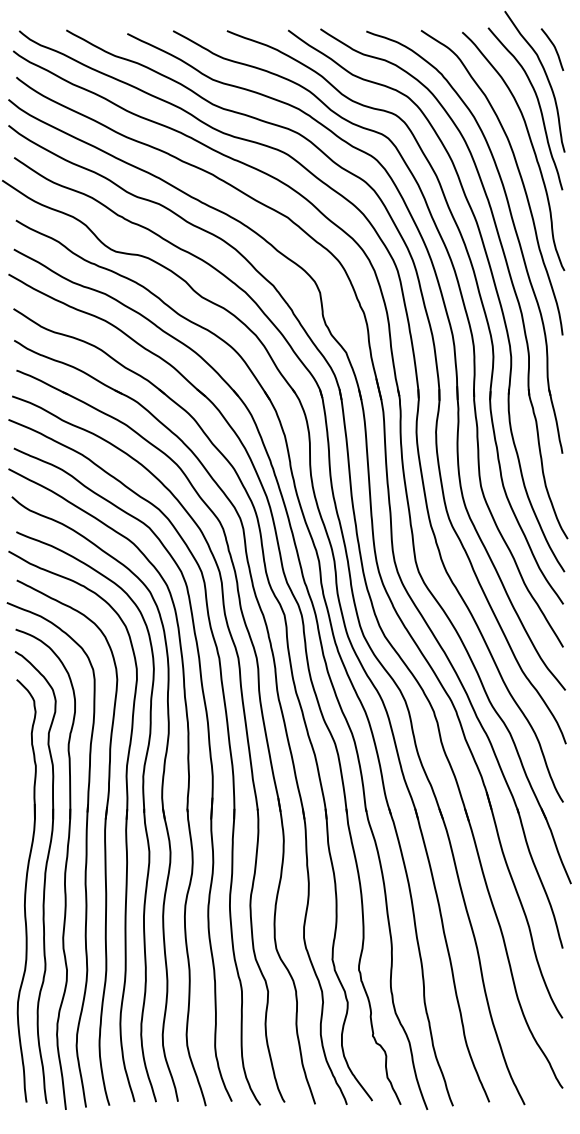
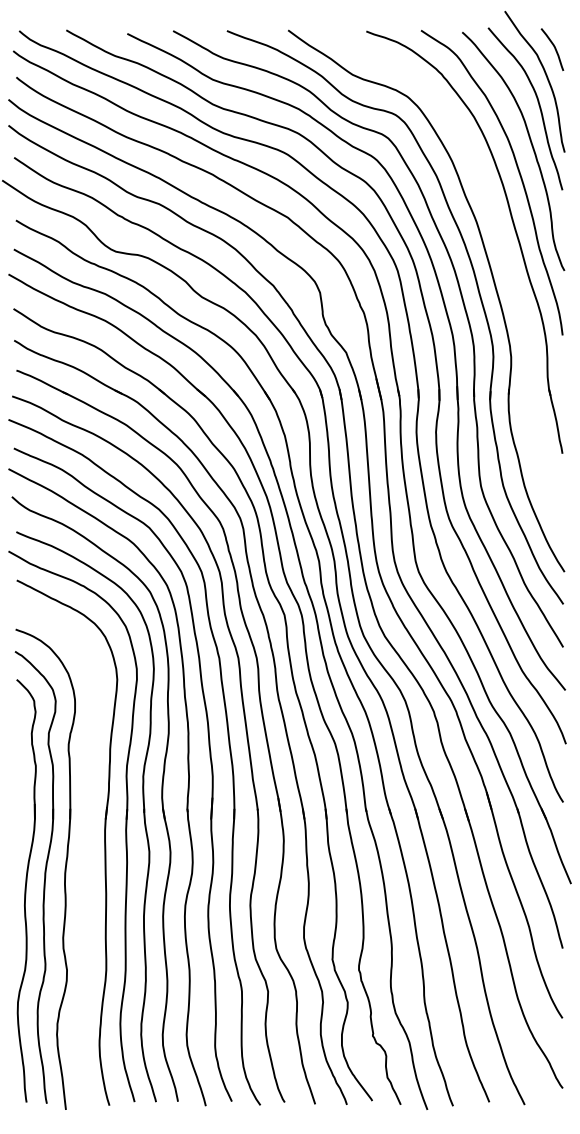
part at (505, 263): present -> none
part at (85, 854): present -> none
